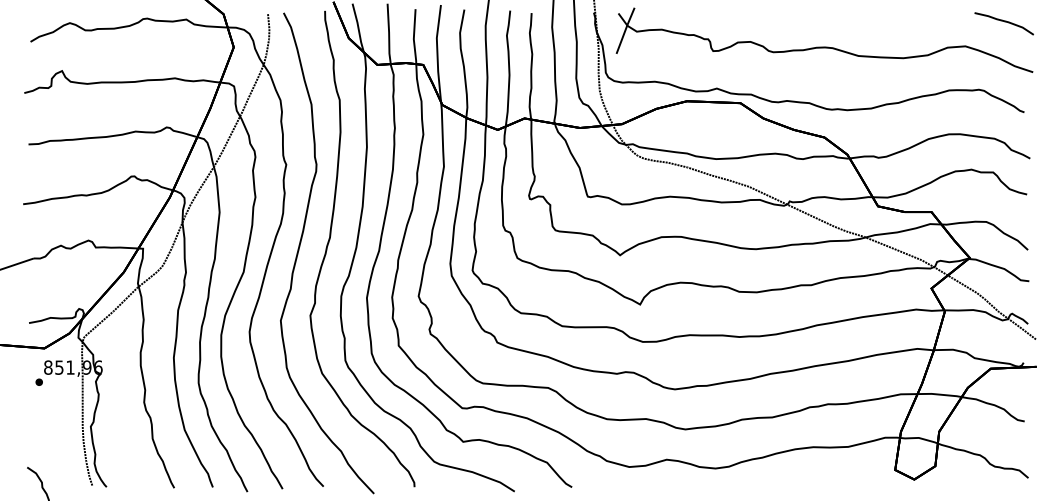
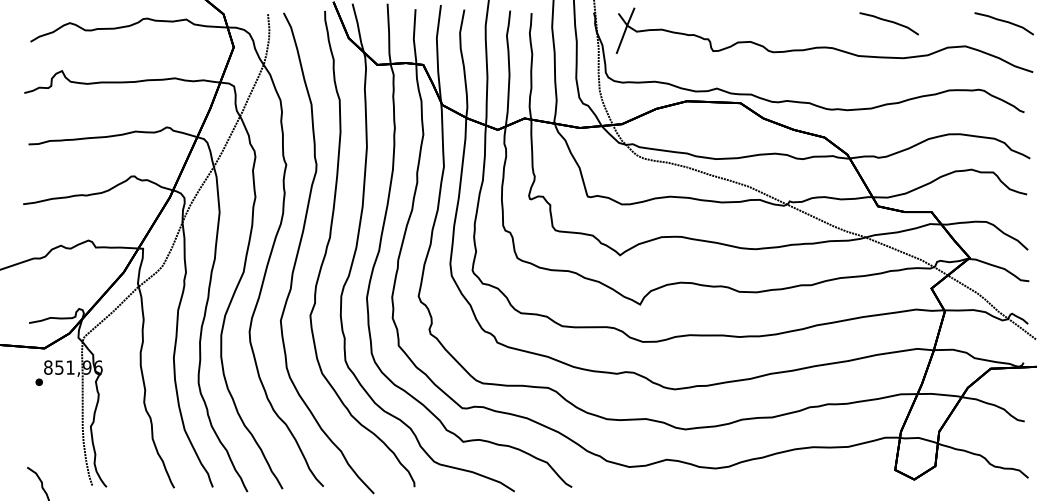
part at (888, 23): none -> present
